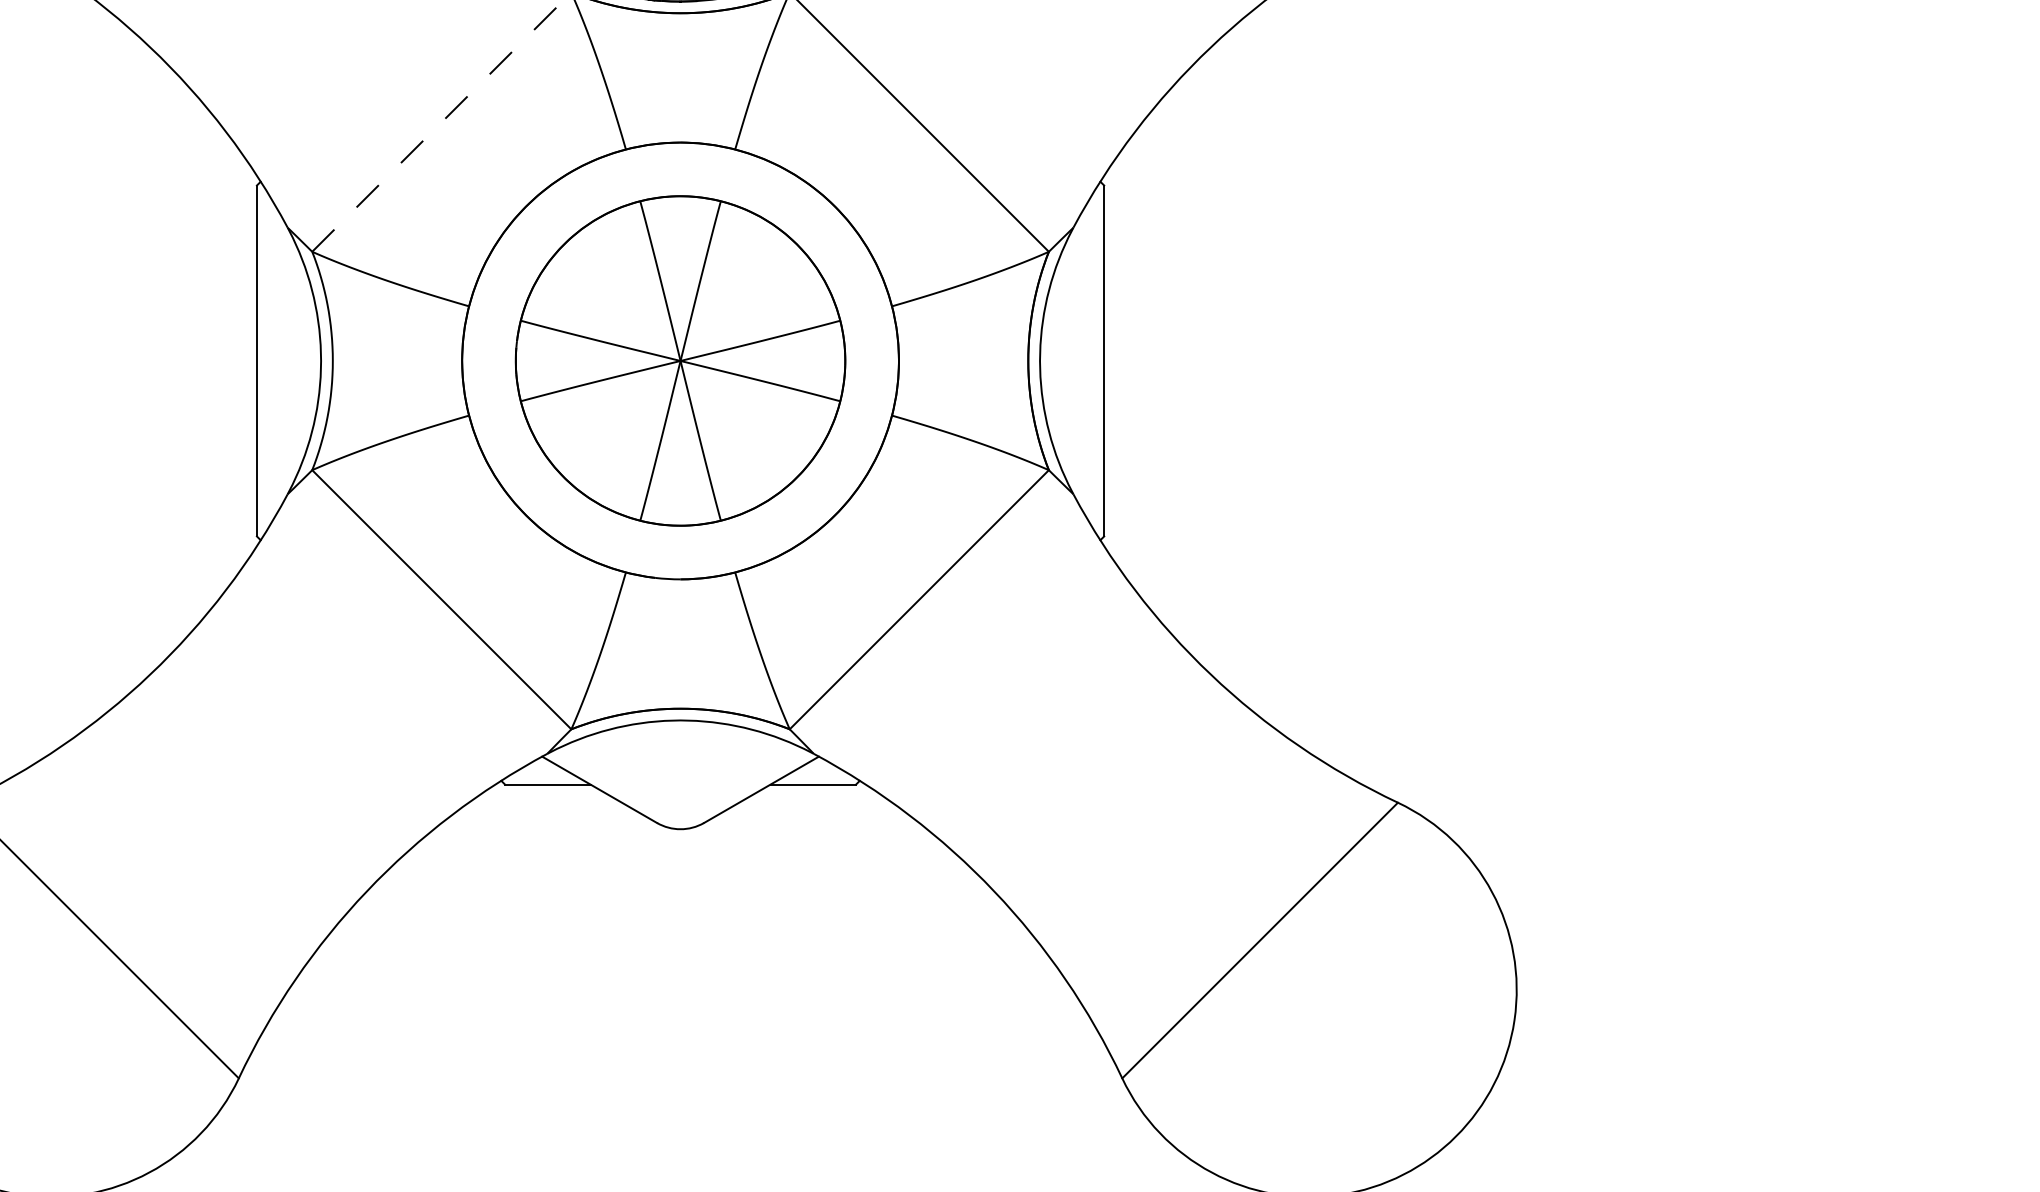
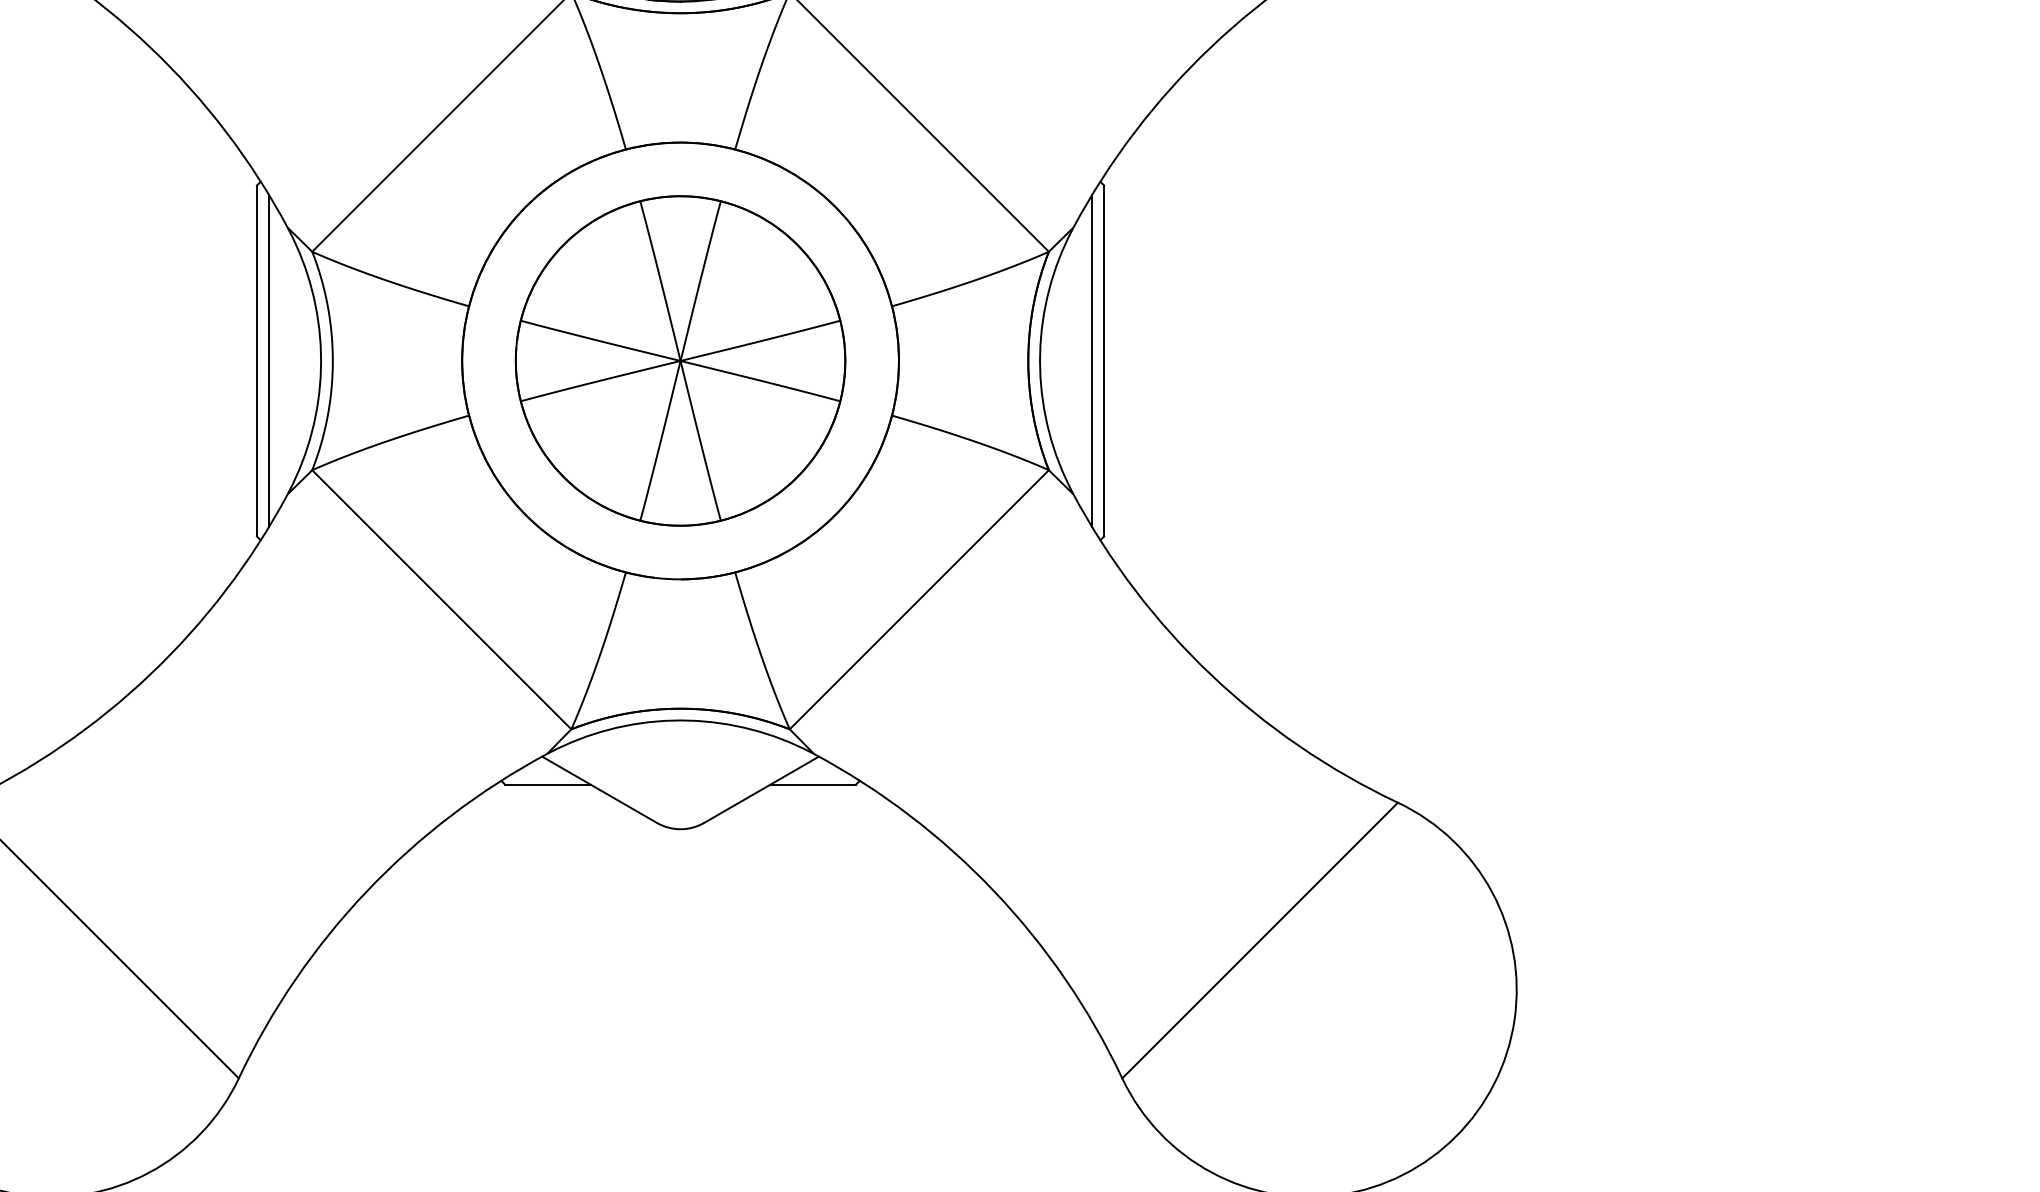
line at (437, 126): dashed -> solid
line at (268, 360): none -> present
line at (1092, 360): none -> present
